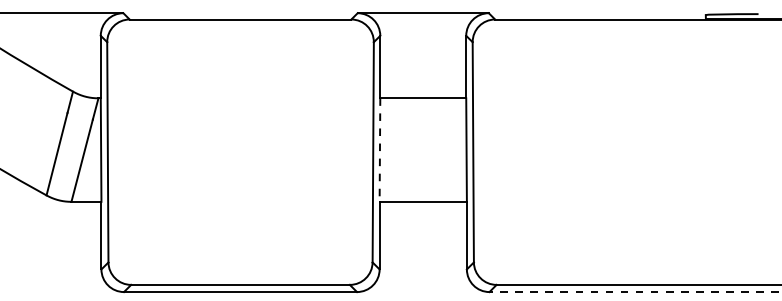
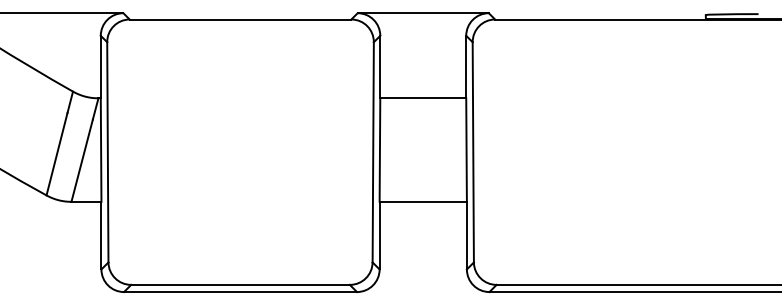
line at (379, 150): dashed -> solid
line at (635, 292): dashed -> solid
